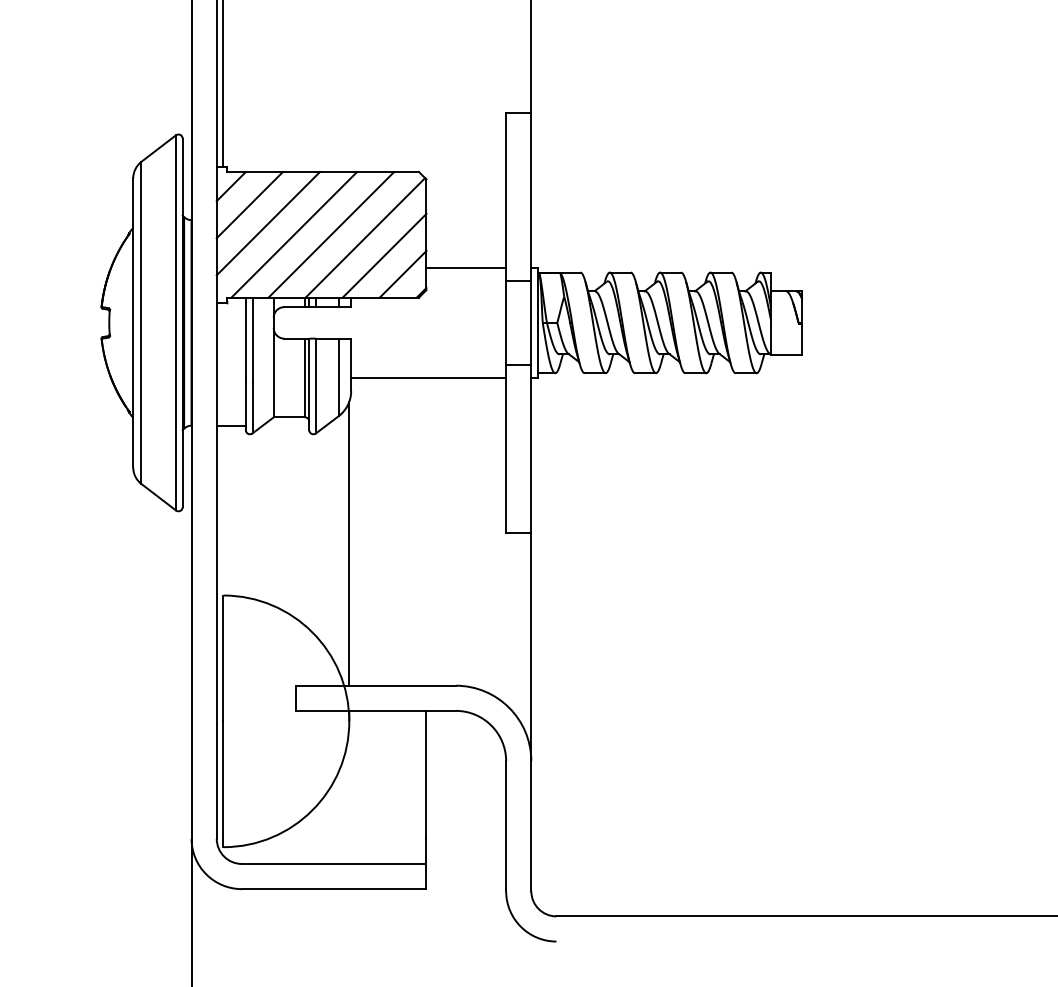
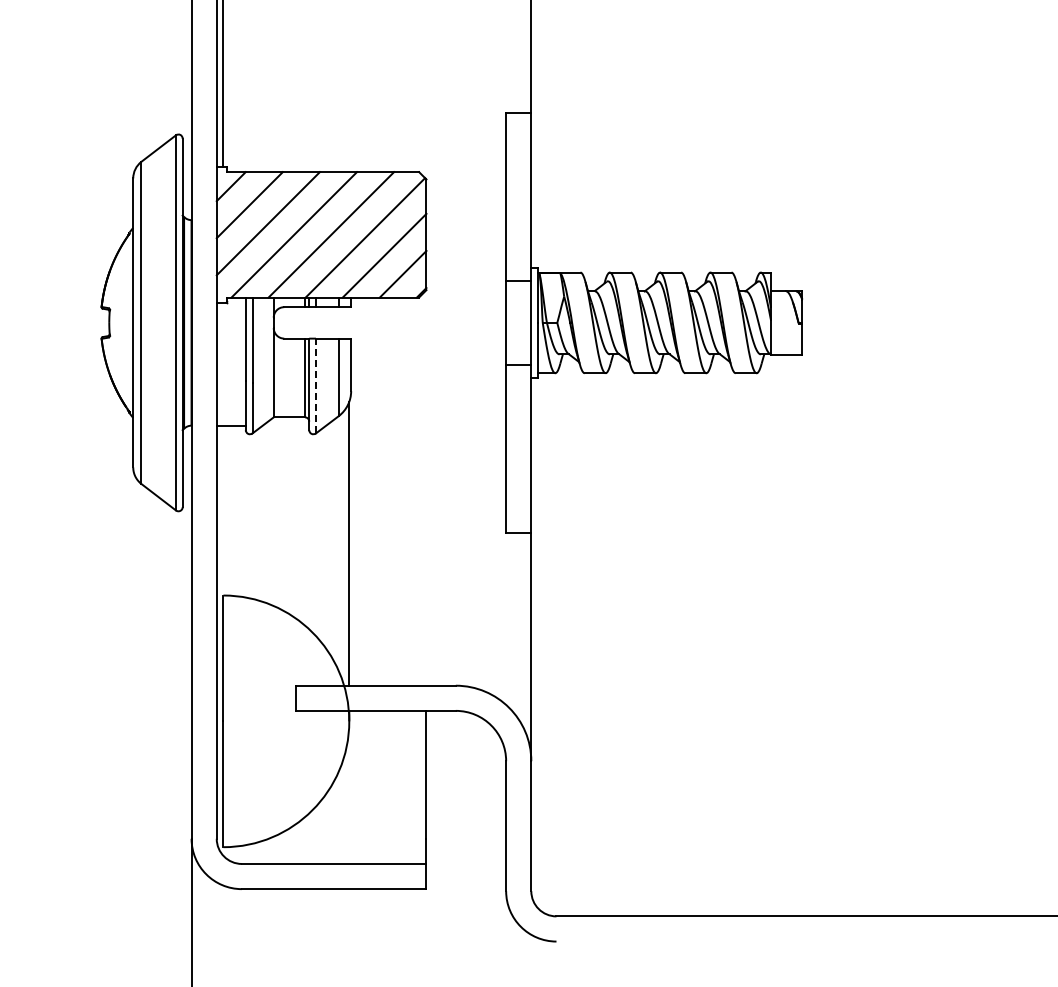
line at (466, 267): present -> none
line at (428, 377): present -> none
line at (315, 385): solid -> dashed
